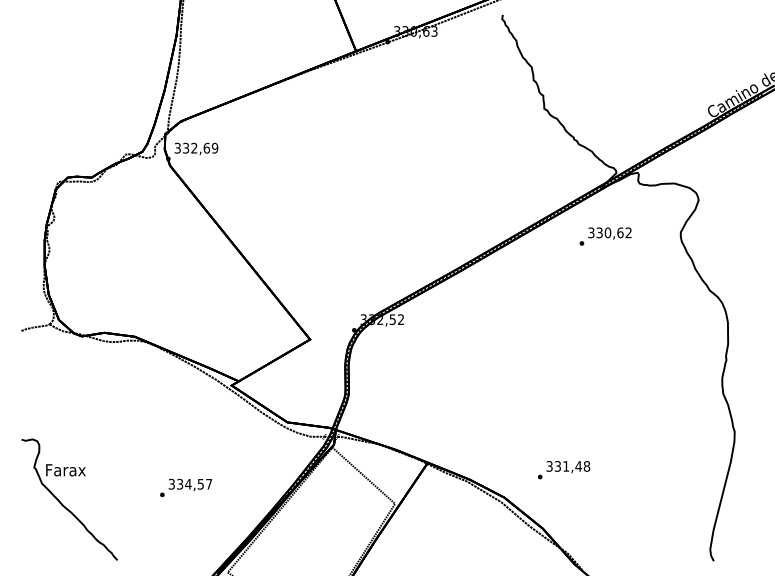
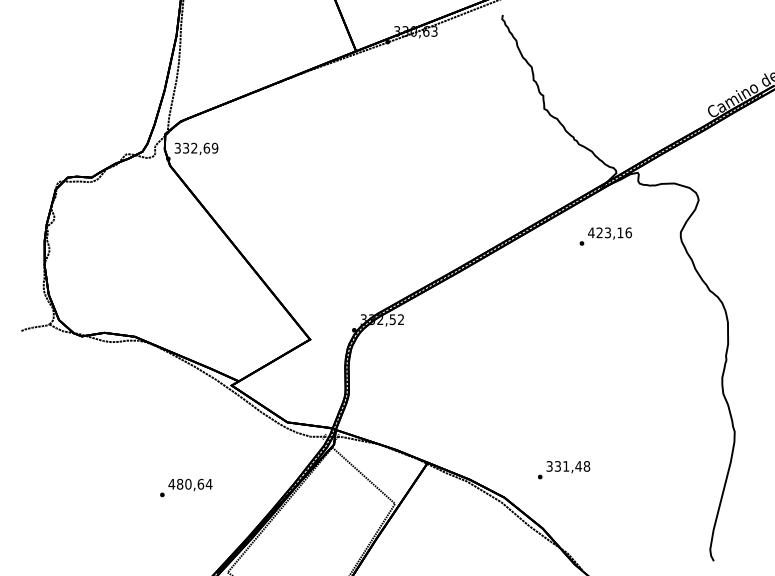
text at (609, 232): 330,62 -> 423,16
text at (190, 483): 334,57 -> 480,64
part at (63, 504): present -> none
